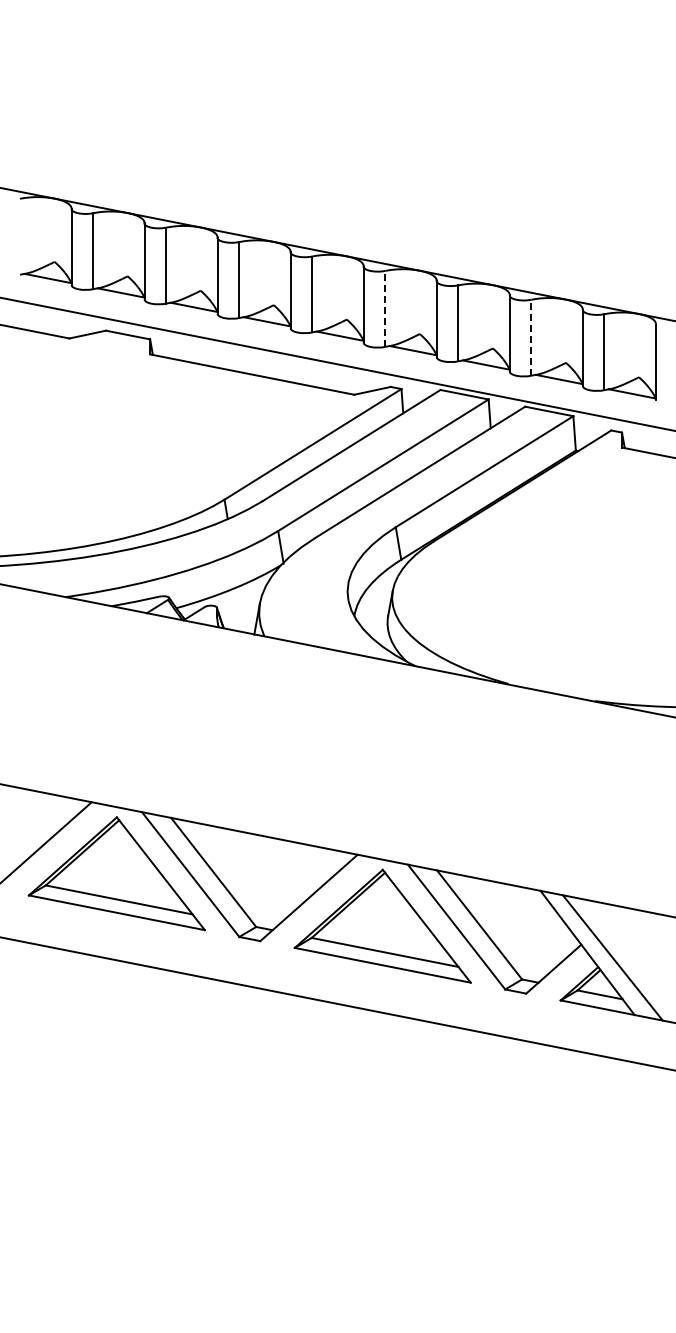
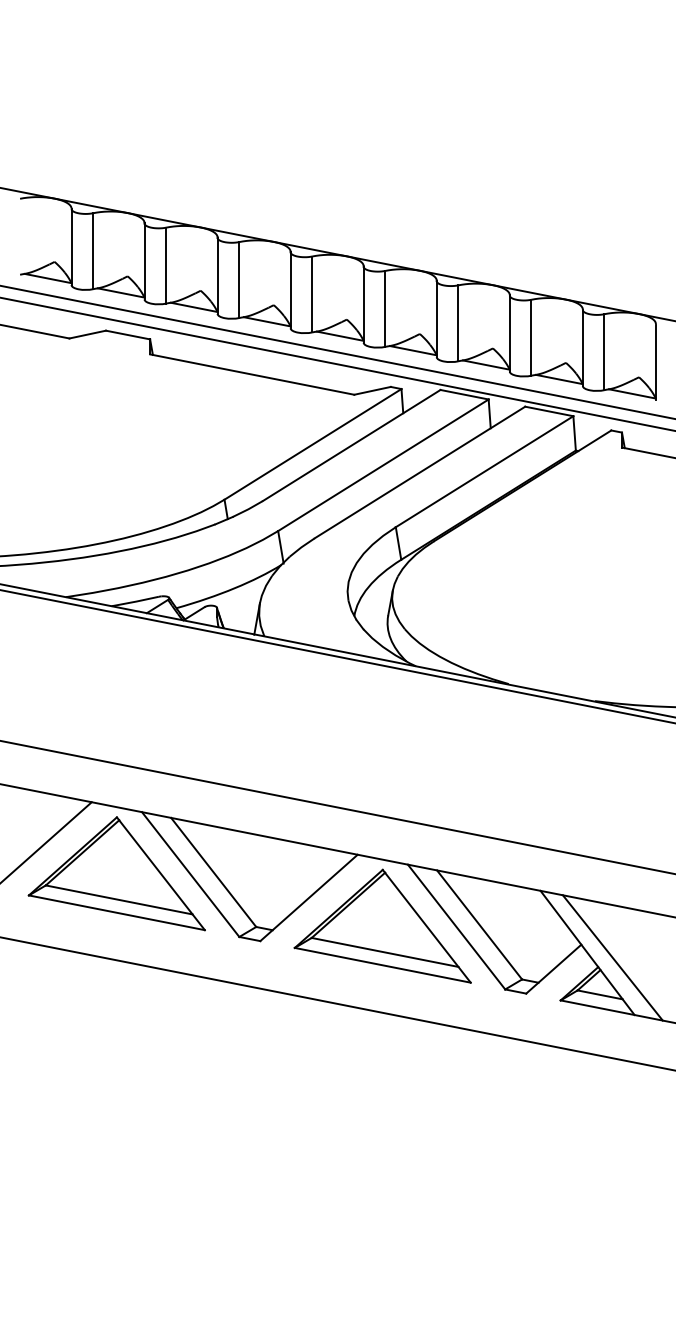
line at (385, 308): dashed -> solid
line at (531, 337): dashed -> solid
line at (337, 352): none -> present
line at (337, 656): none -> present
line at (337, 807): none -> present
